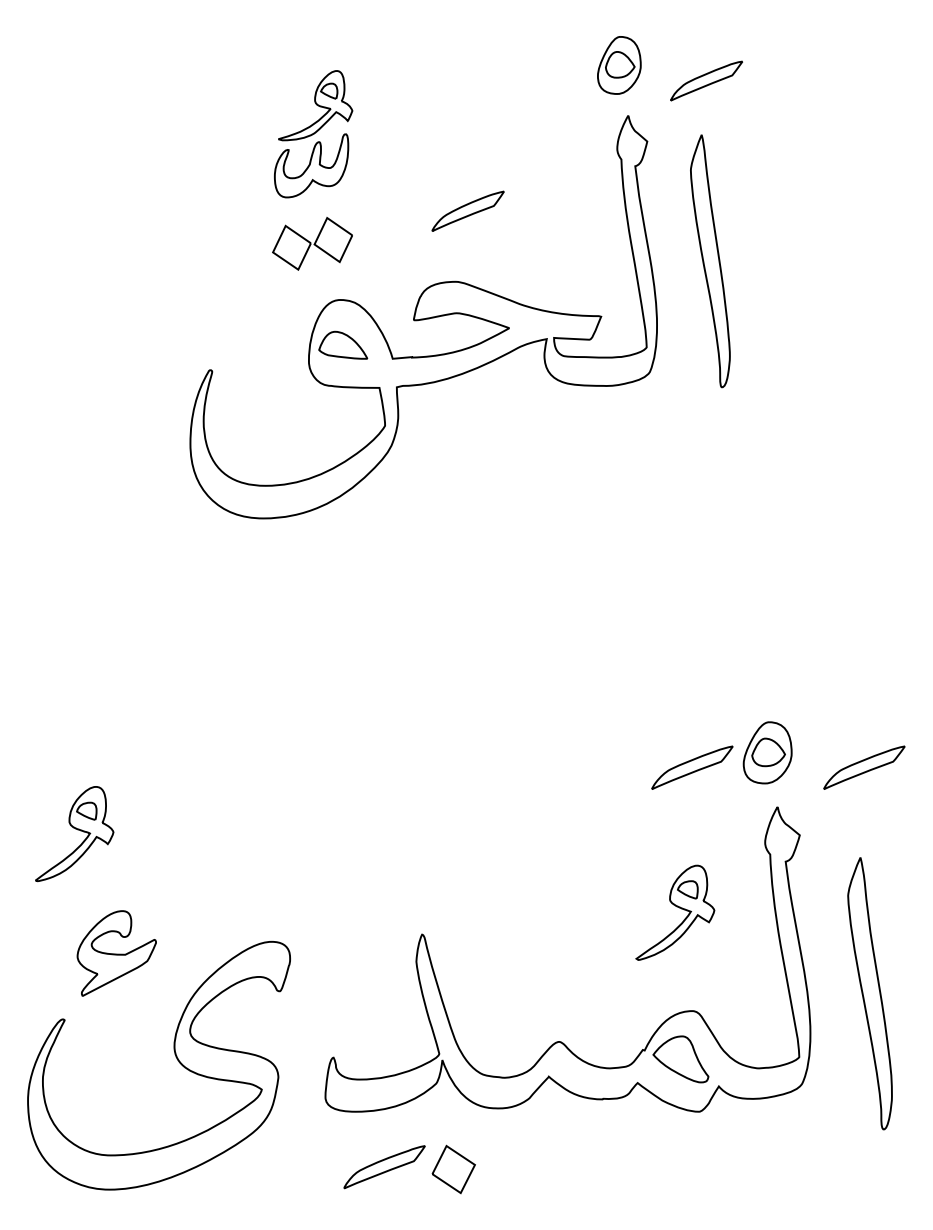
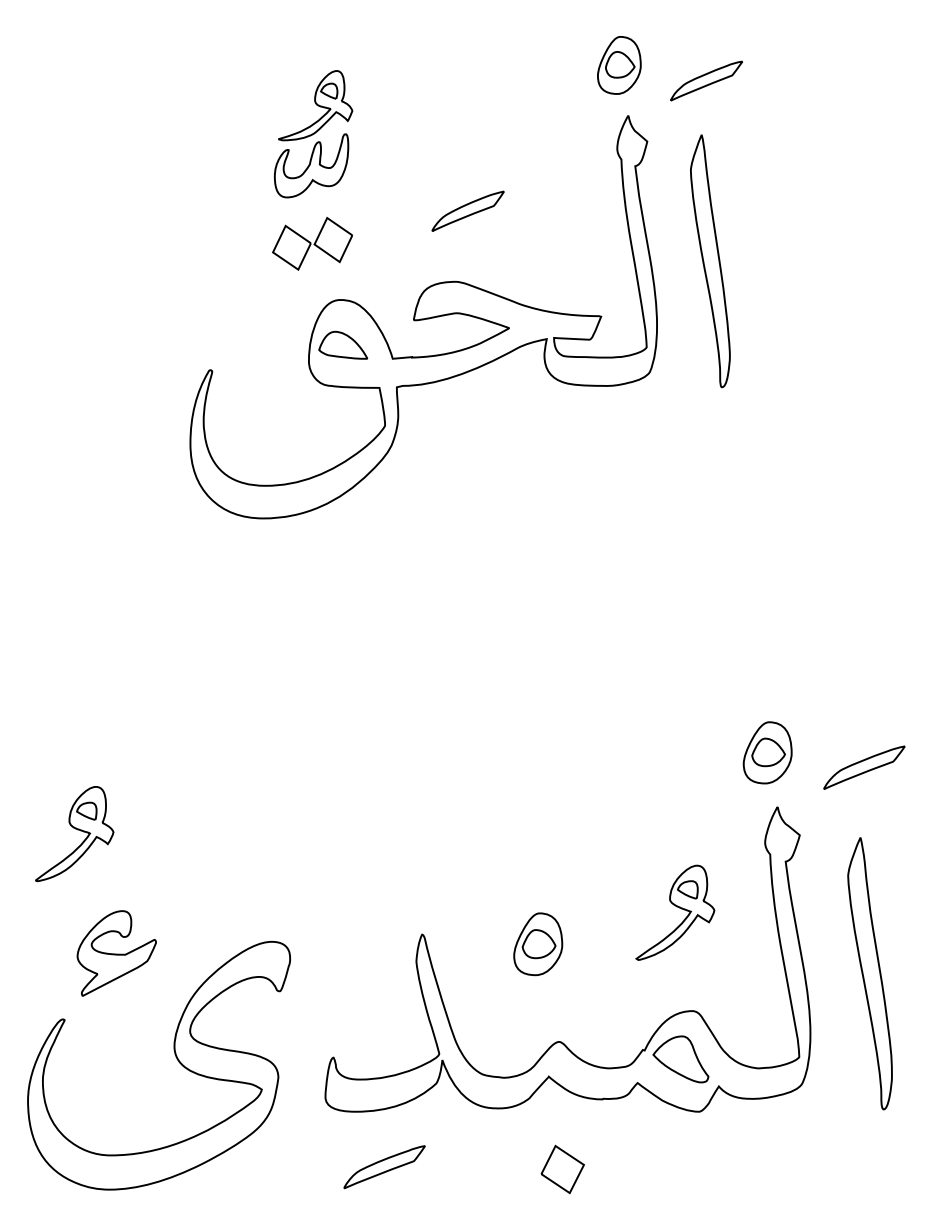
part at (692, 767): present -> none
part at (538, 944): none -> present
part at (869, 993) position: (869, 993) -> (869, 973)
part at (453, 1169) position: (453, 1169) -> (562, 1169)
